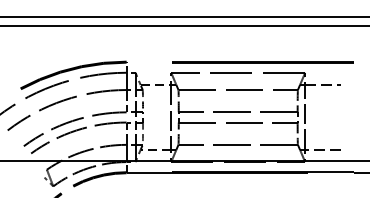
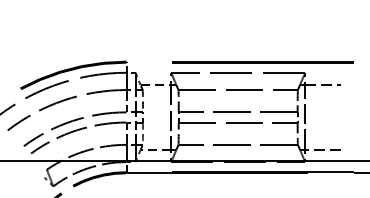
line at (184, 16): present -> none
line at (184, 25): present -> none
